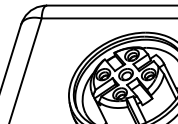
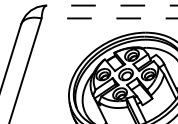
line at (111, 5): solid -> dashed
line at (109, 18): solid -> dashed
